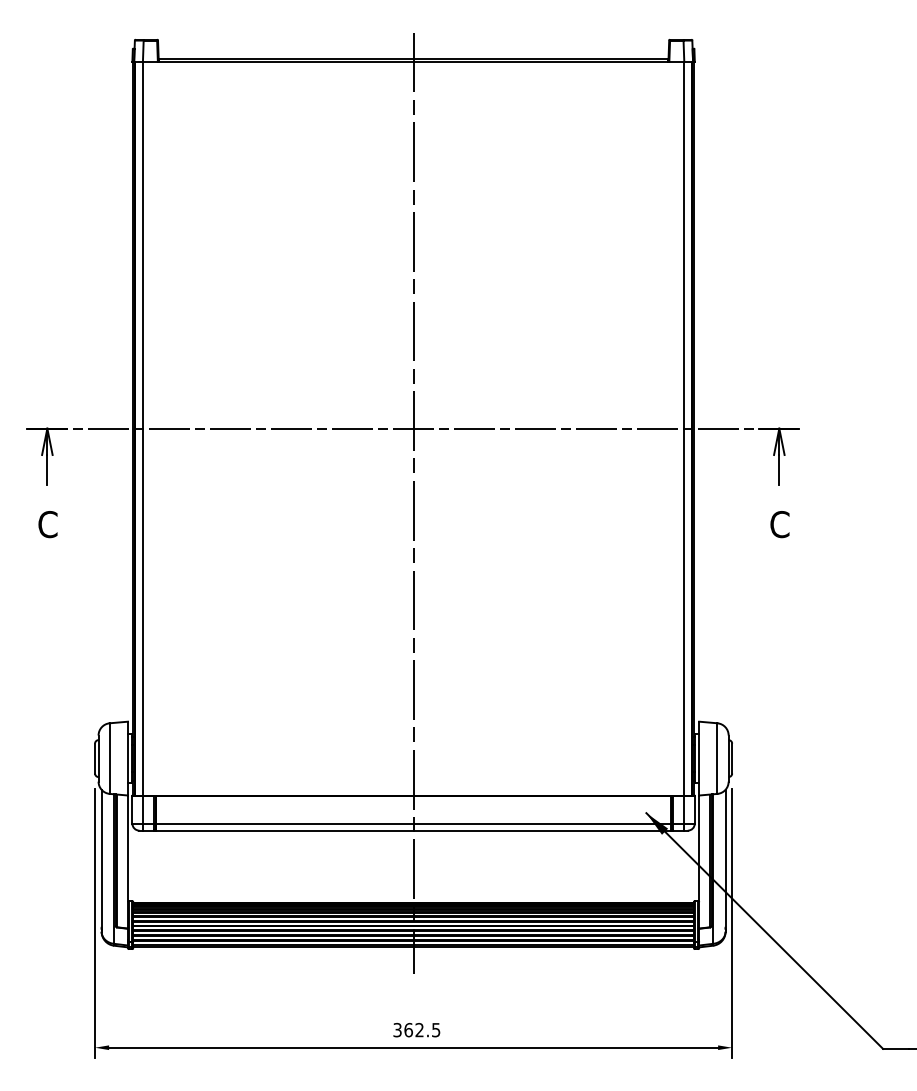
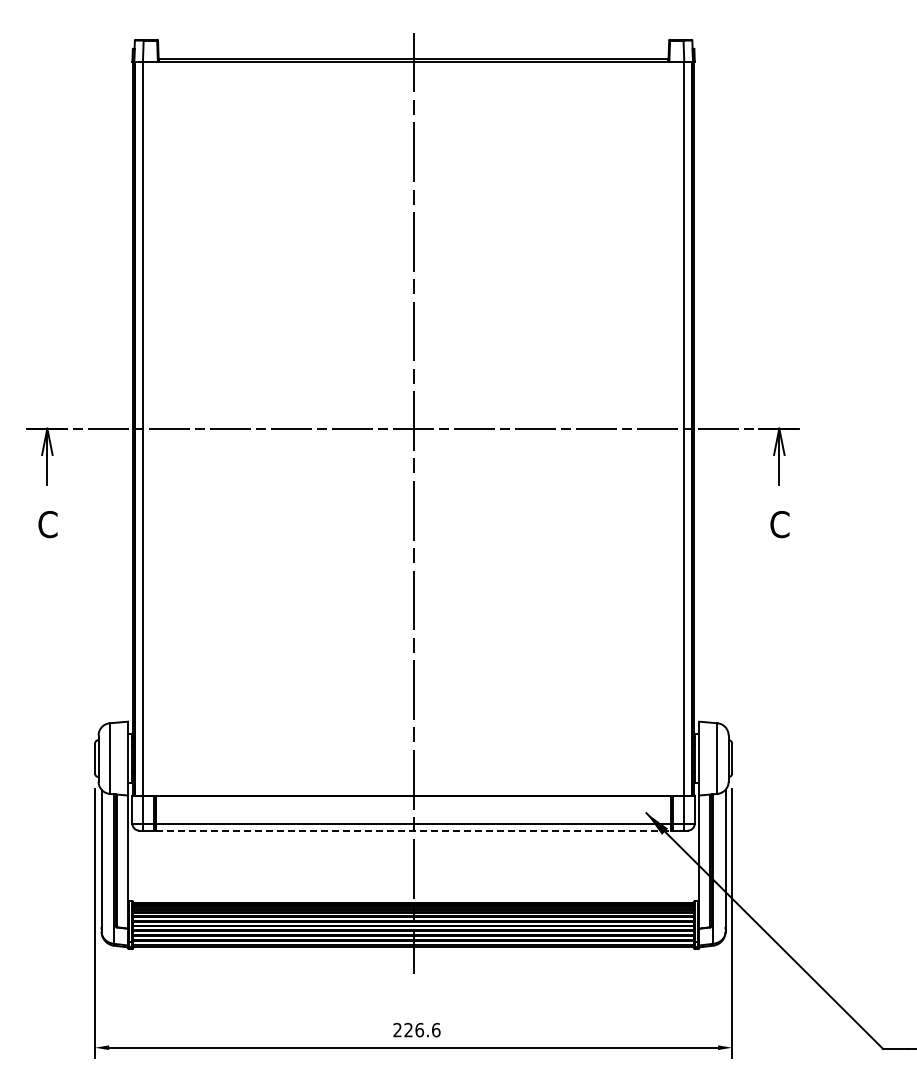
line at (414, 830): solid -> dashed
text at (416, 1029): 362.5 -> 226.6
